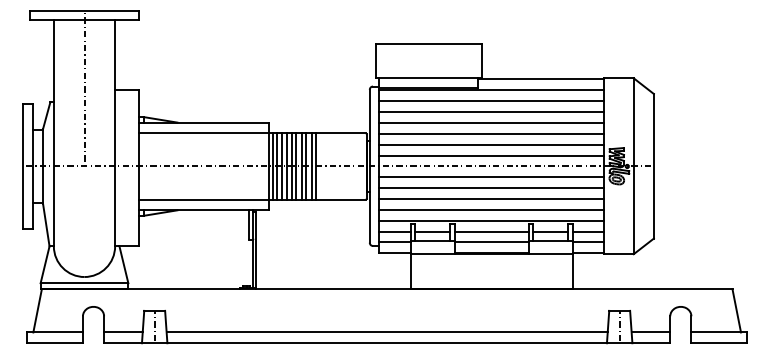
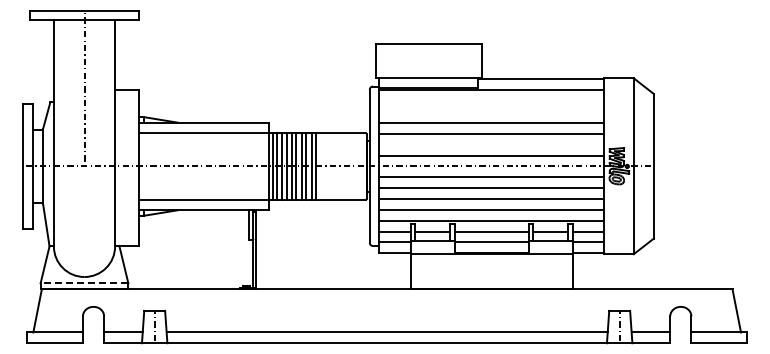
line at (491, 101): present -> none
line at (491, 111): present -> none
line at (491, 144): present -> none
line at (84, 283): solid -> dashed
